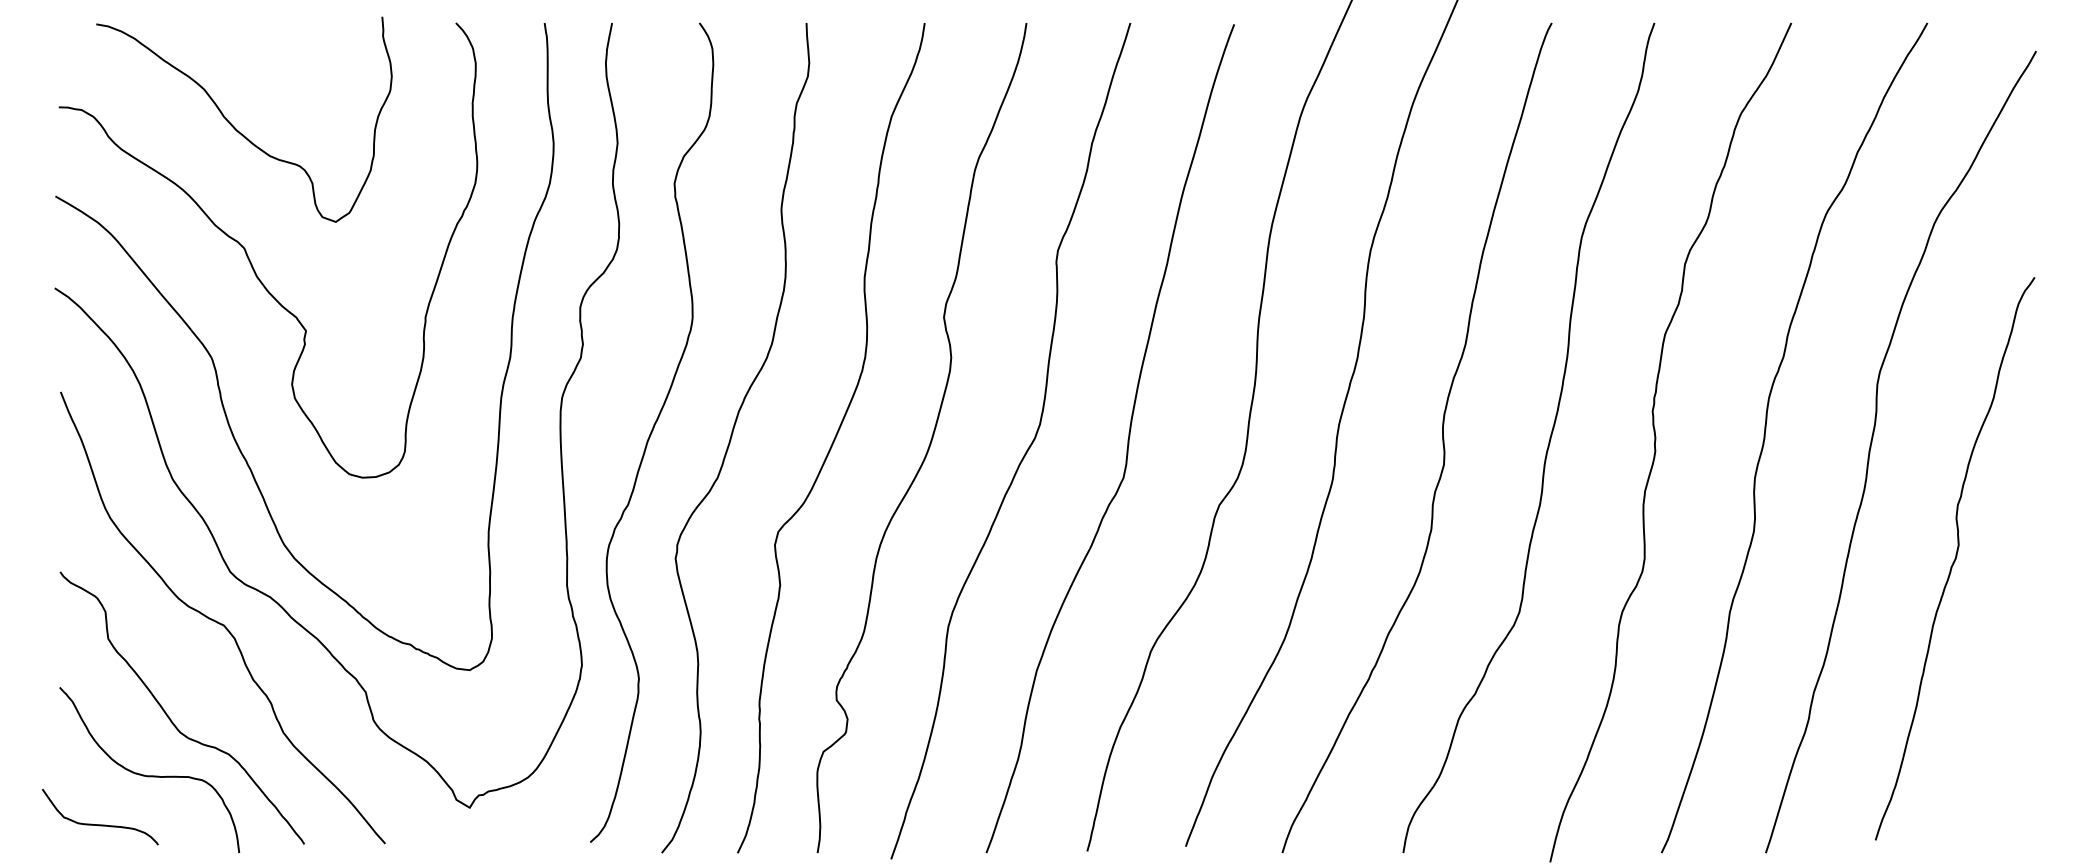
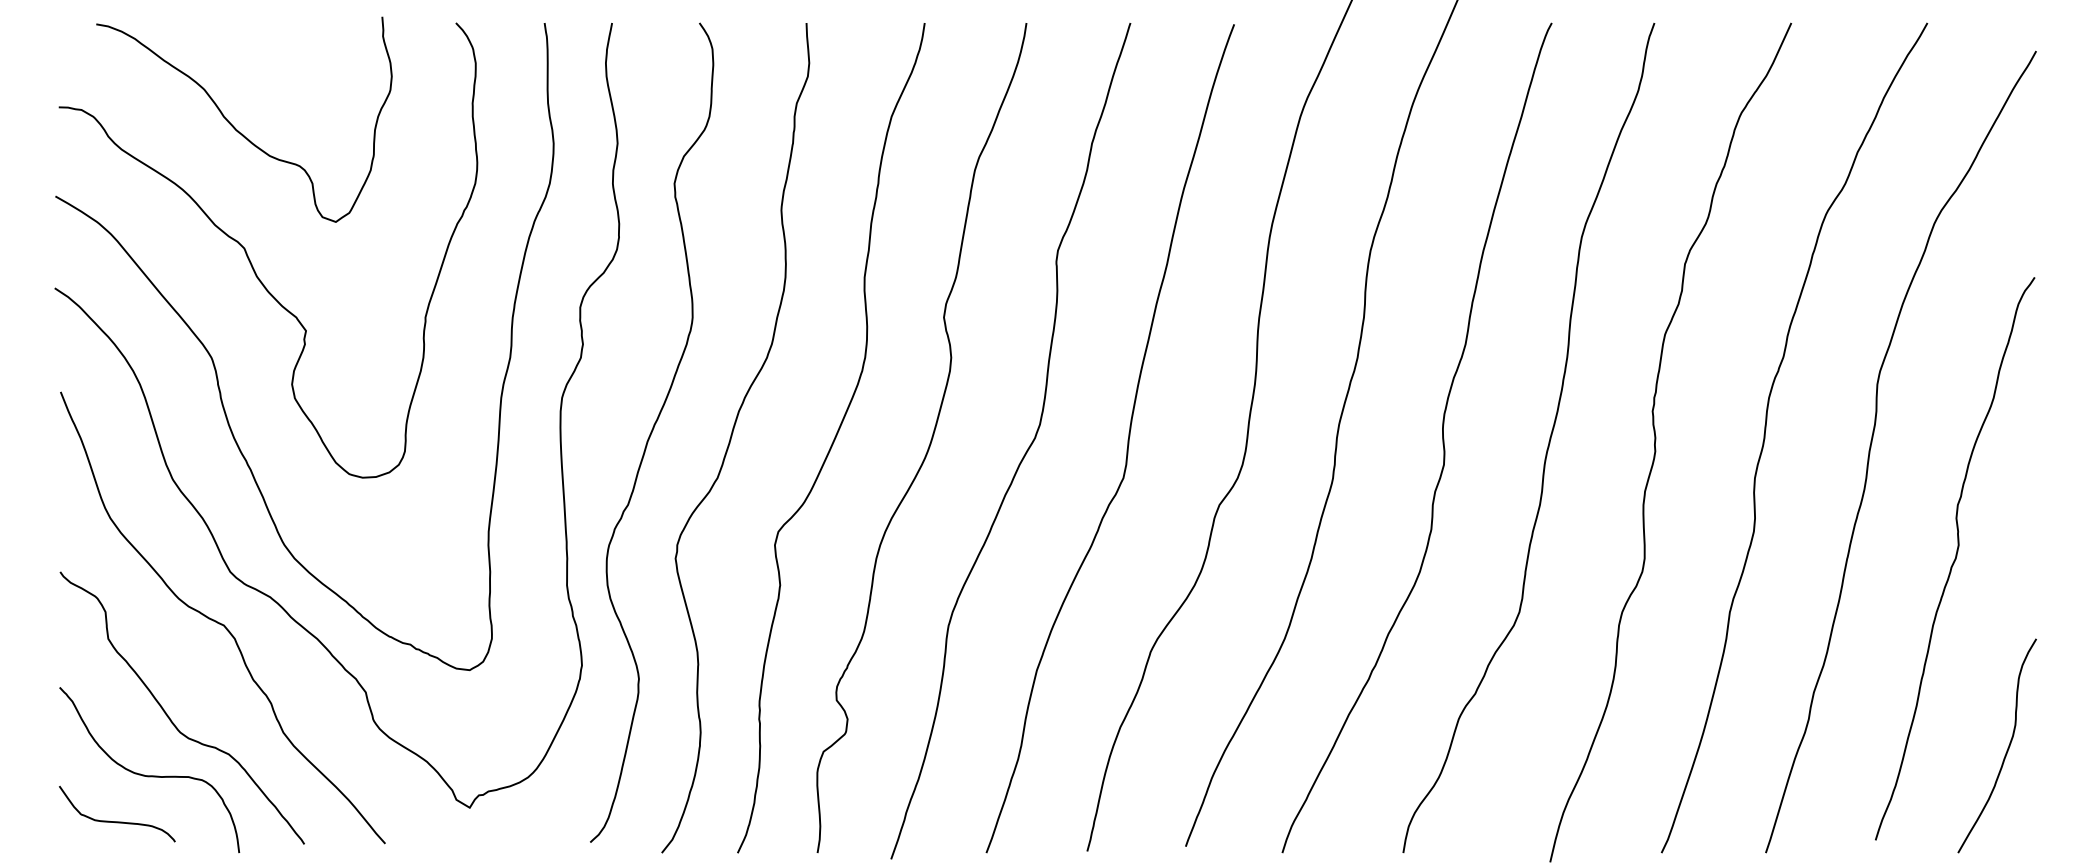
curve at (2007, 747): none -> present
curve at (100, 824) position: (100, 824) -> (117, 821)
